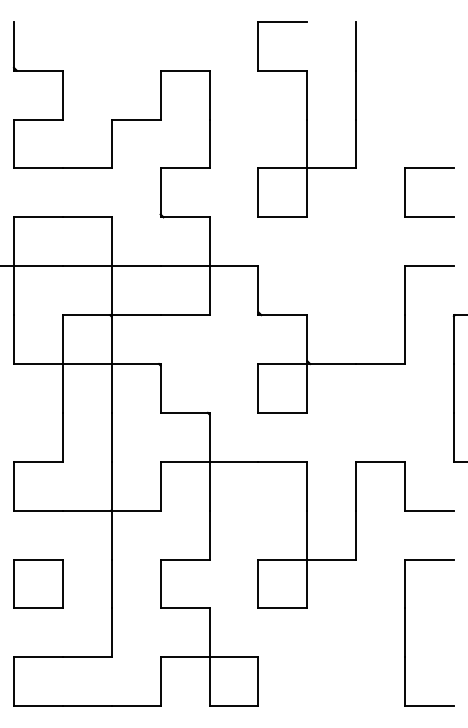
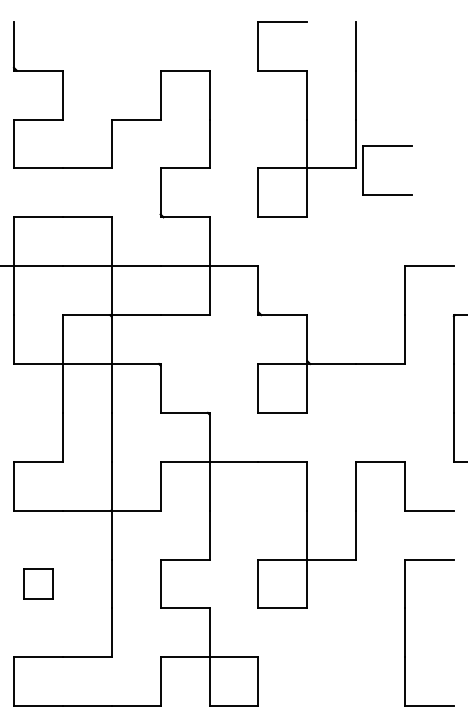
part at (429, 168) position: (429, 168) -> (387, 146)
part at (38, 583) size: 51x50 px -> 31x32 px
